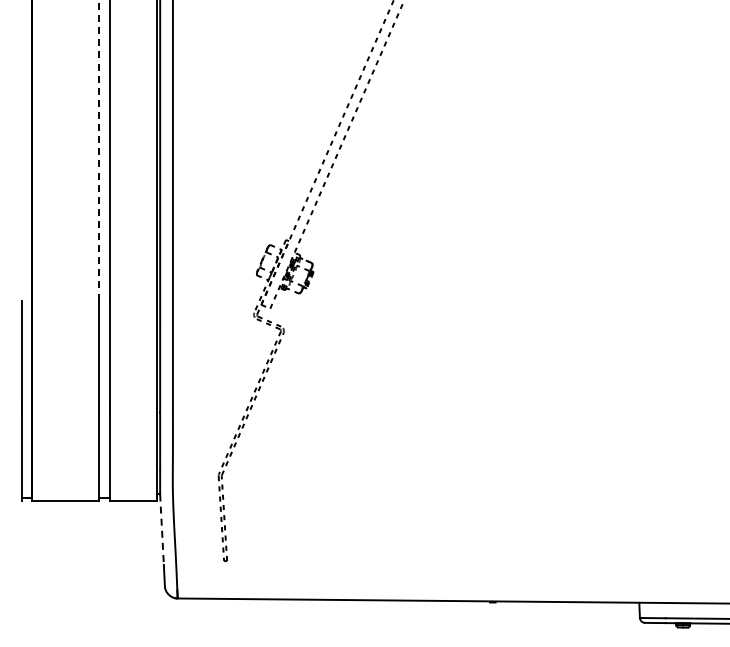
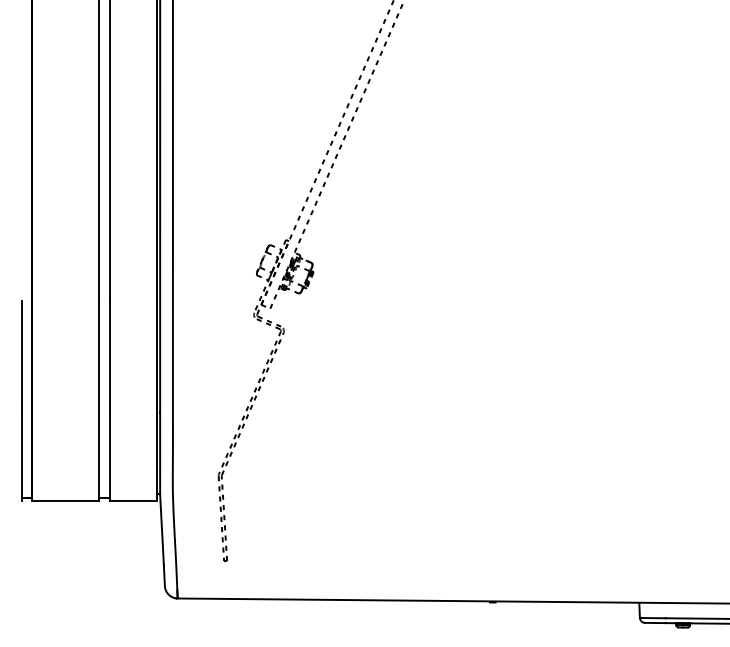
line at (99, 150): dashed -> solid
line at (162, 530): dashed -> solid
